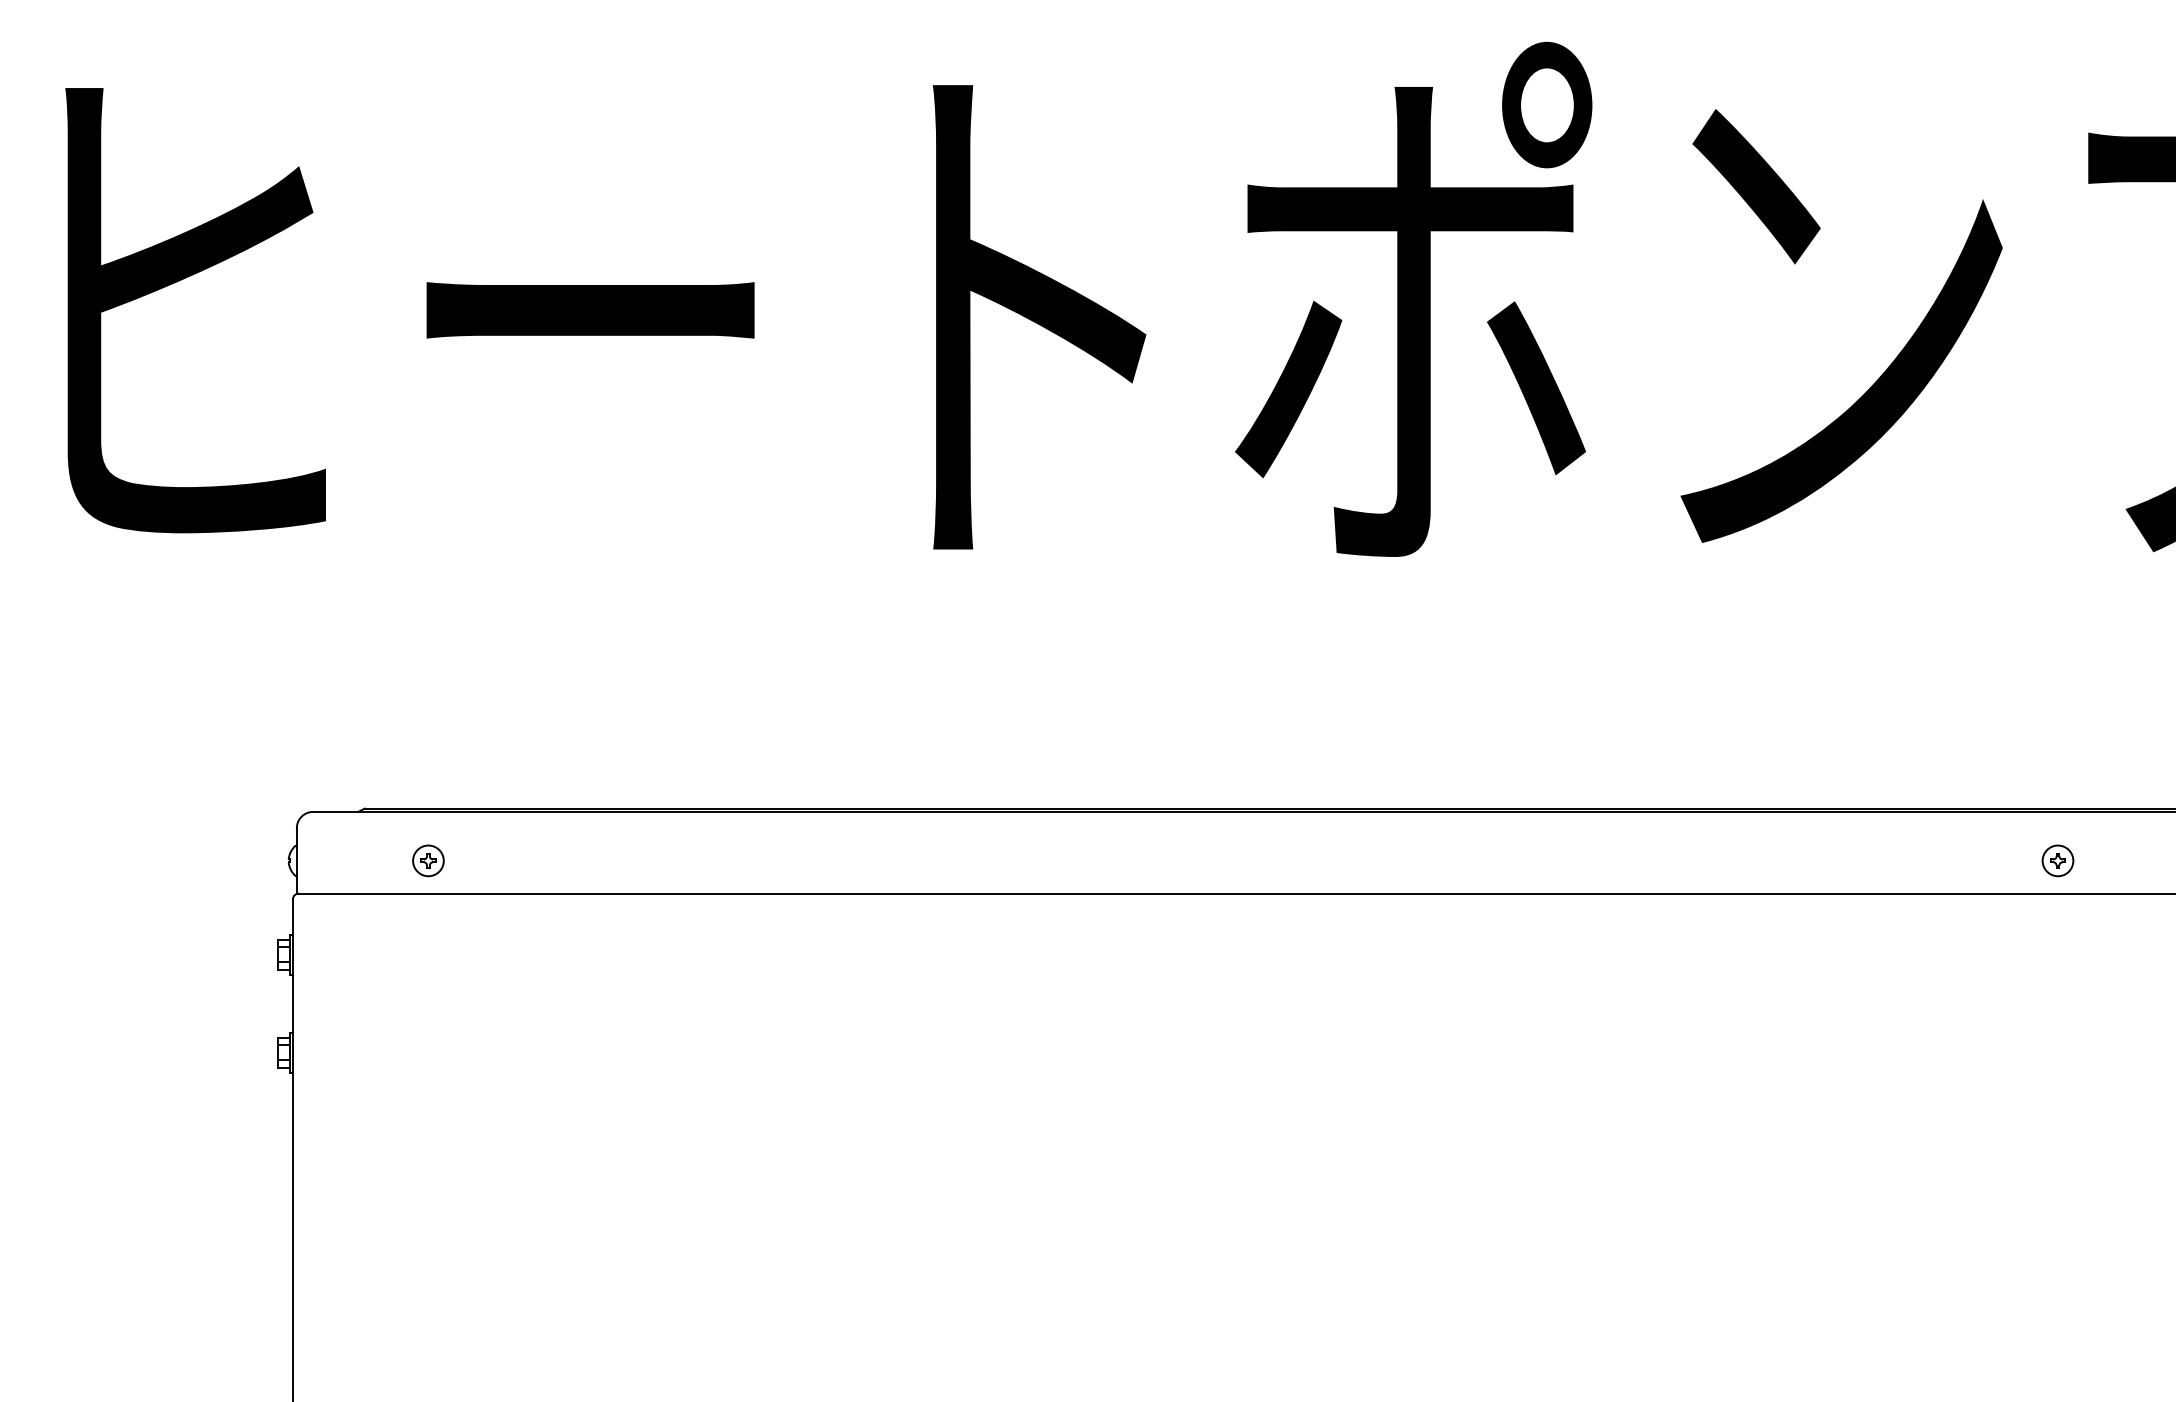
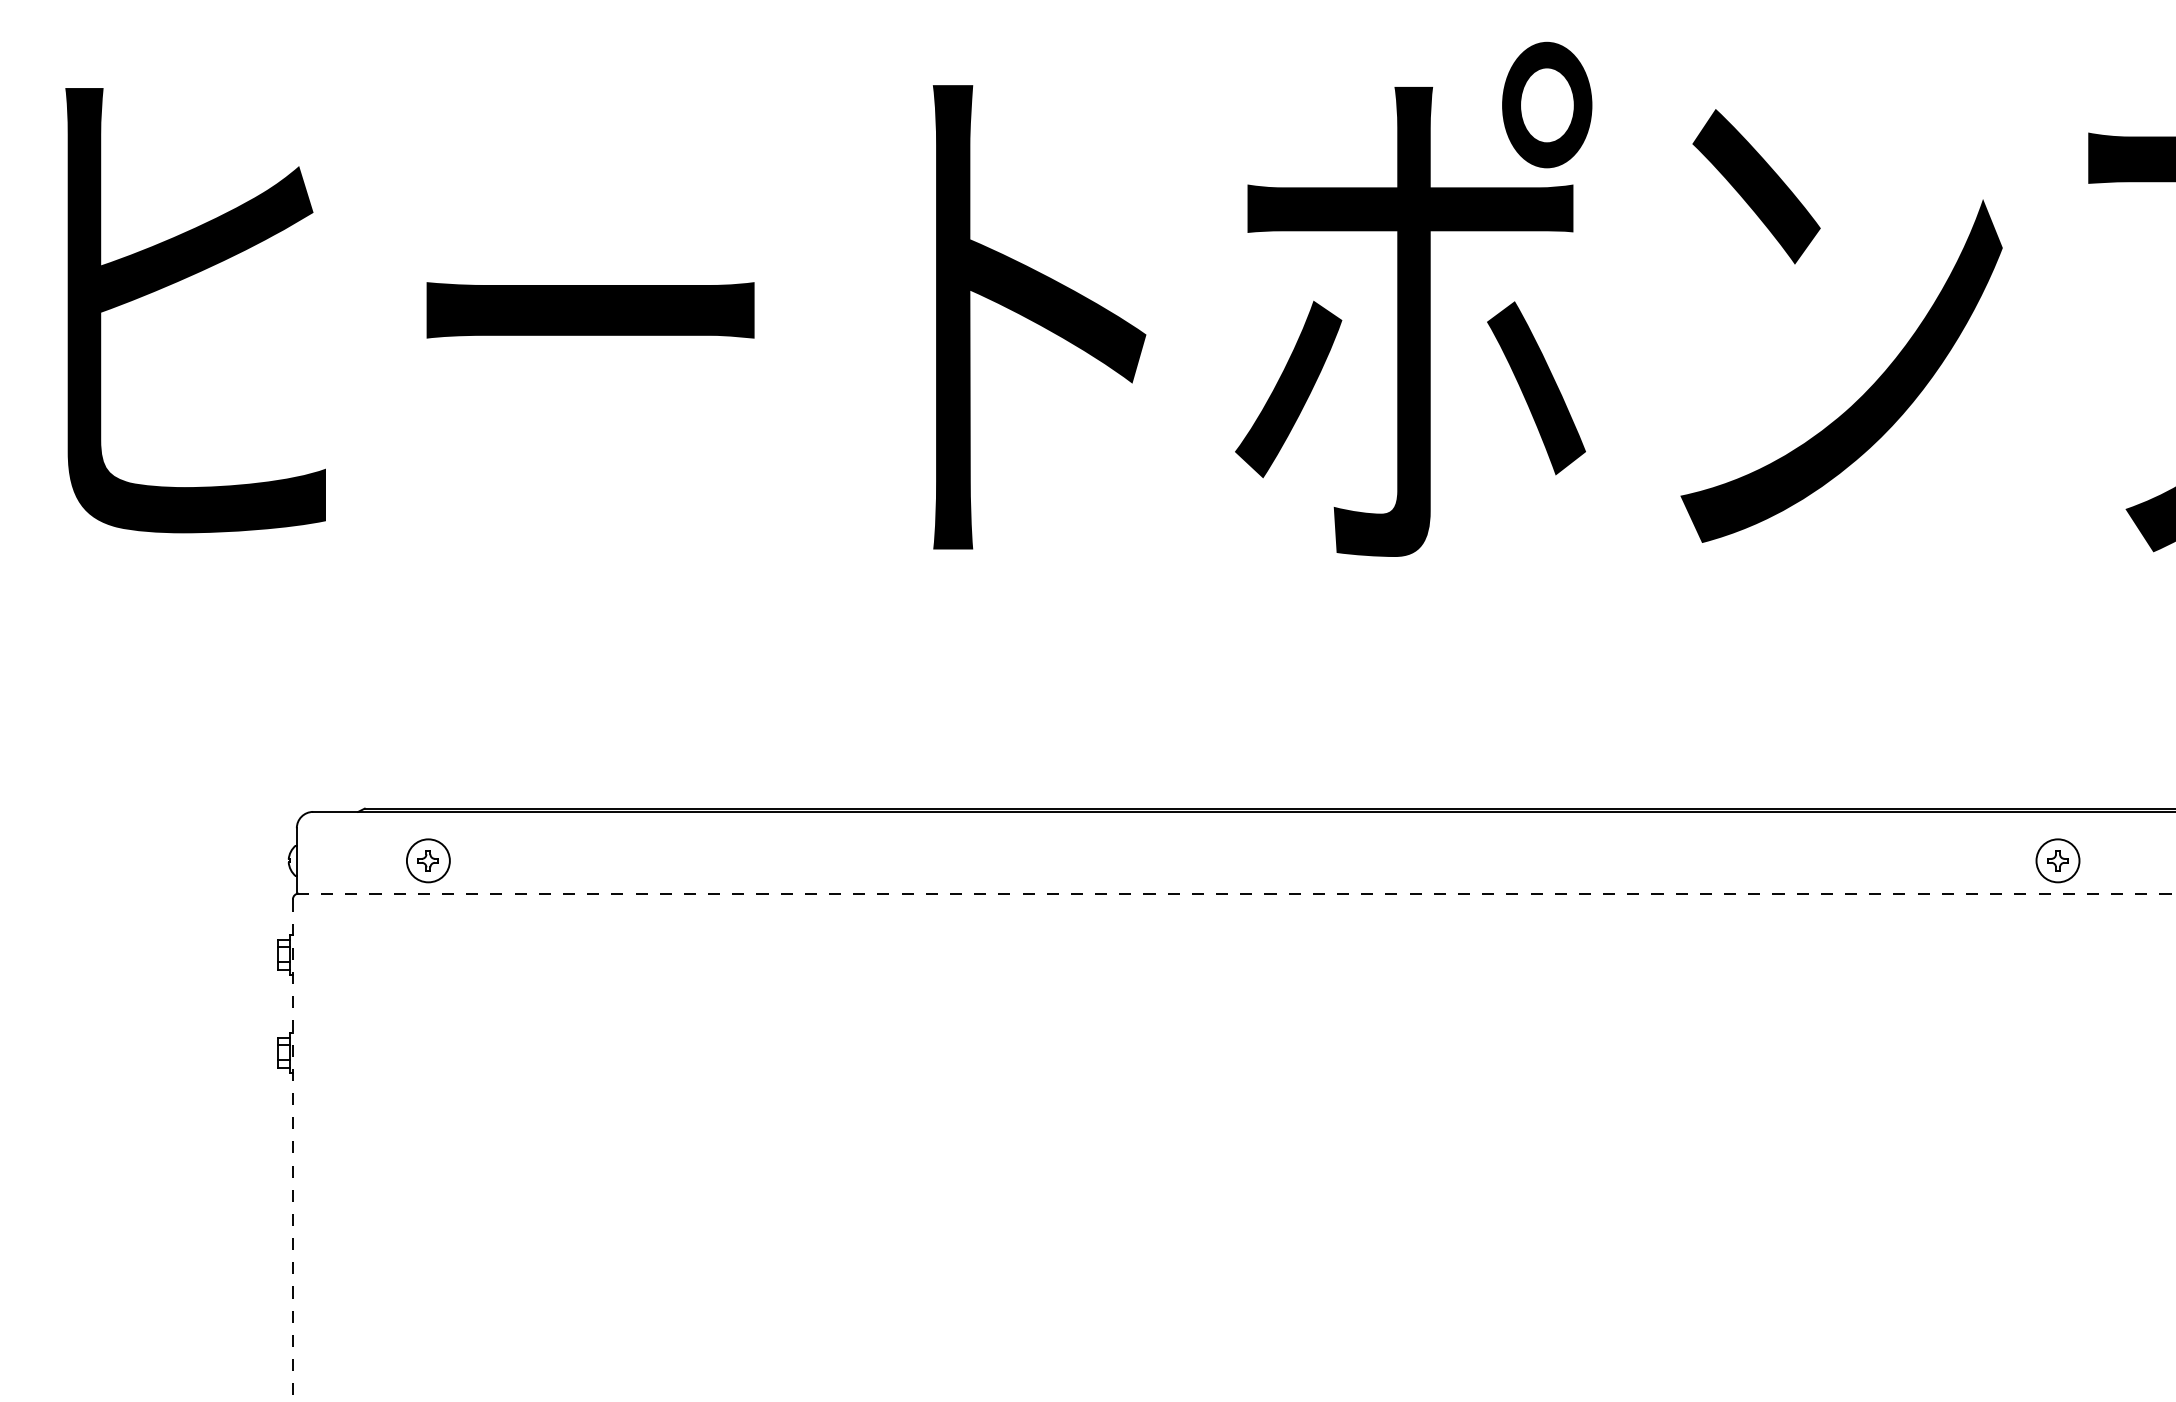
part at (428, 860) size: 33x34 px -> 45x46 px
part at (2057, 860) size: 34x34 px -> 46x46 px
line at (1236, 893): solid -> dashed
line at (292, 1150): solid -> dashed
